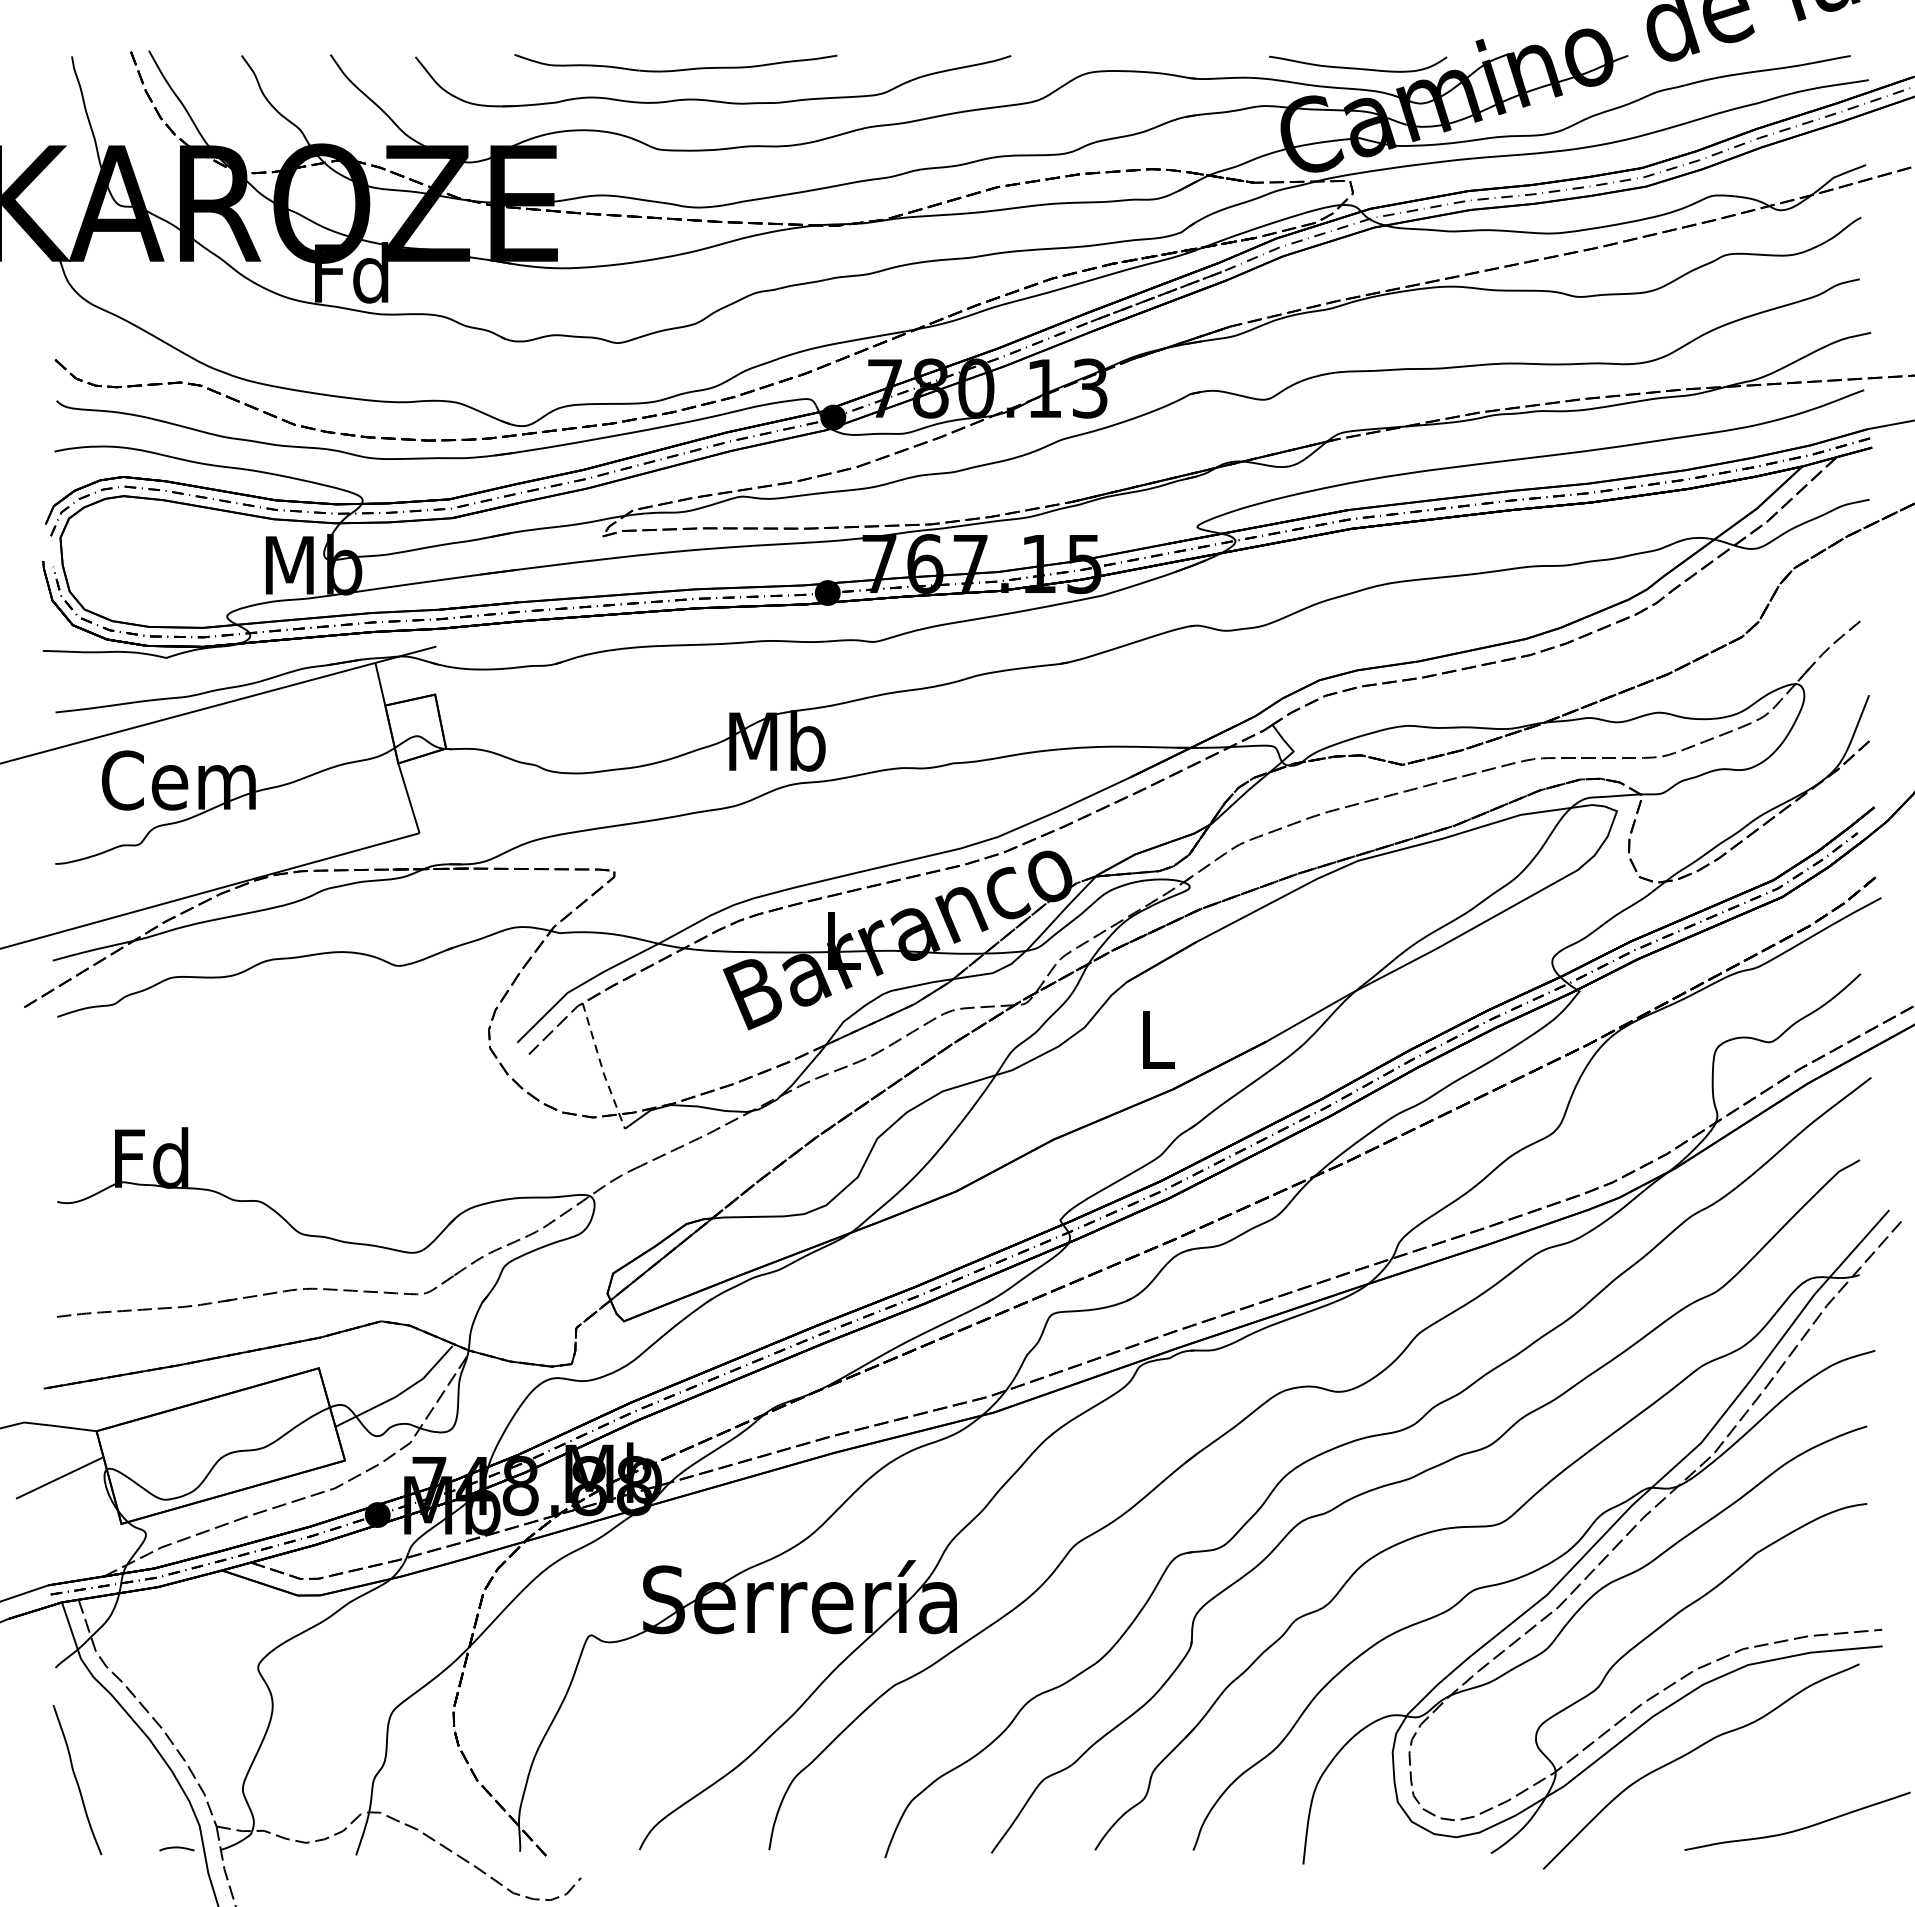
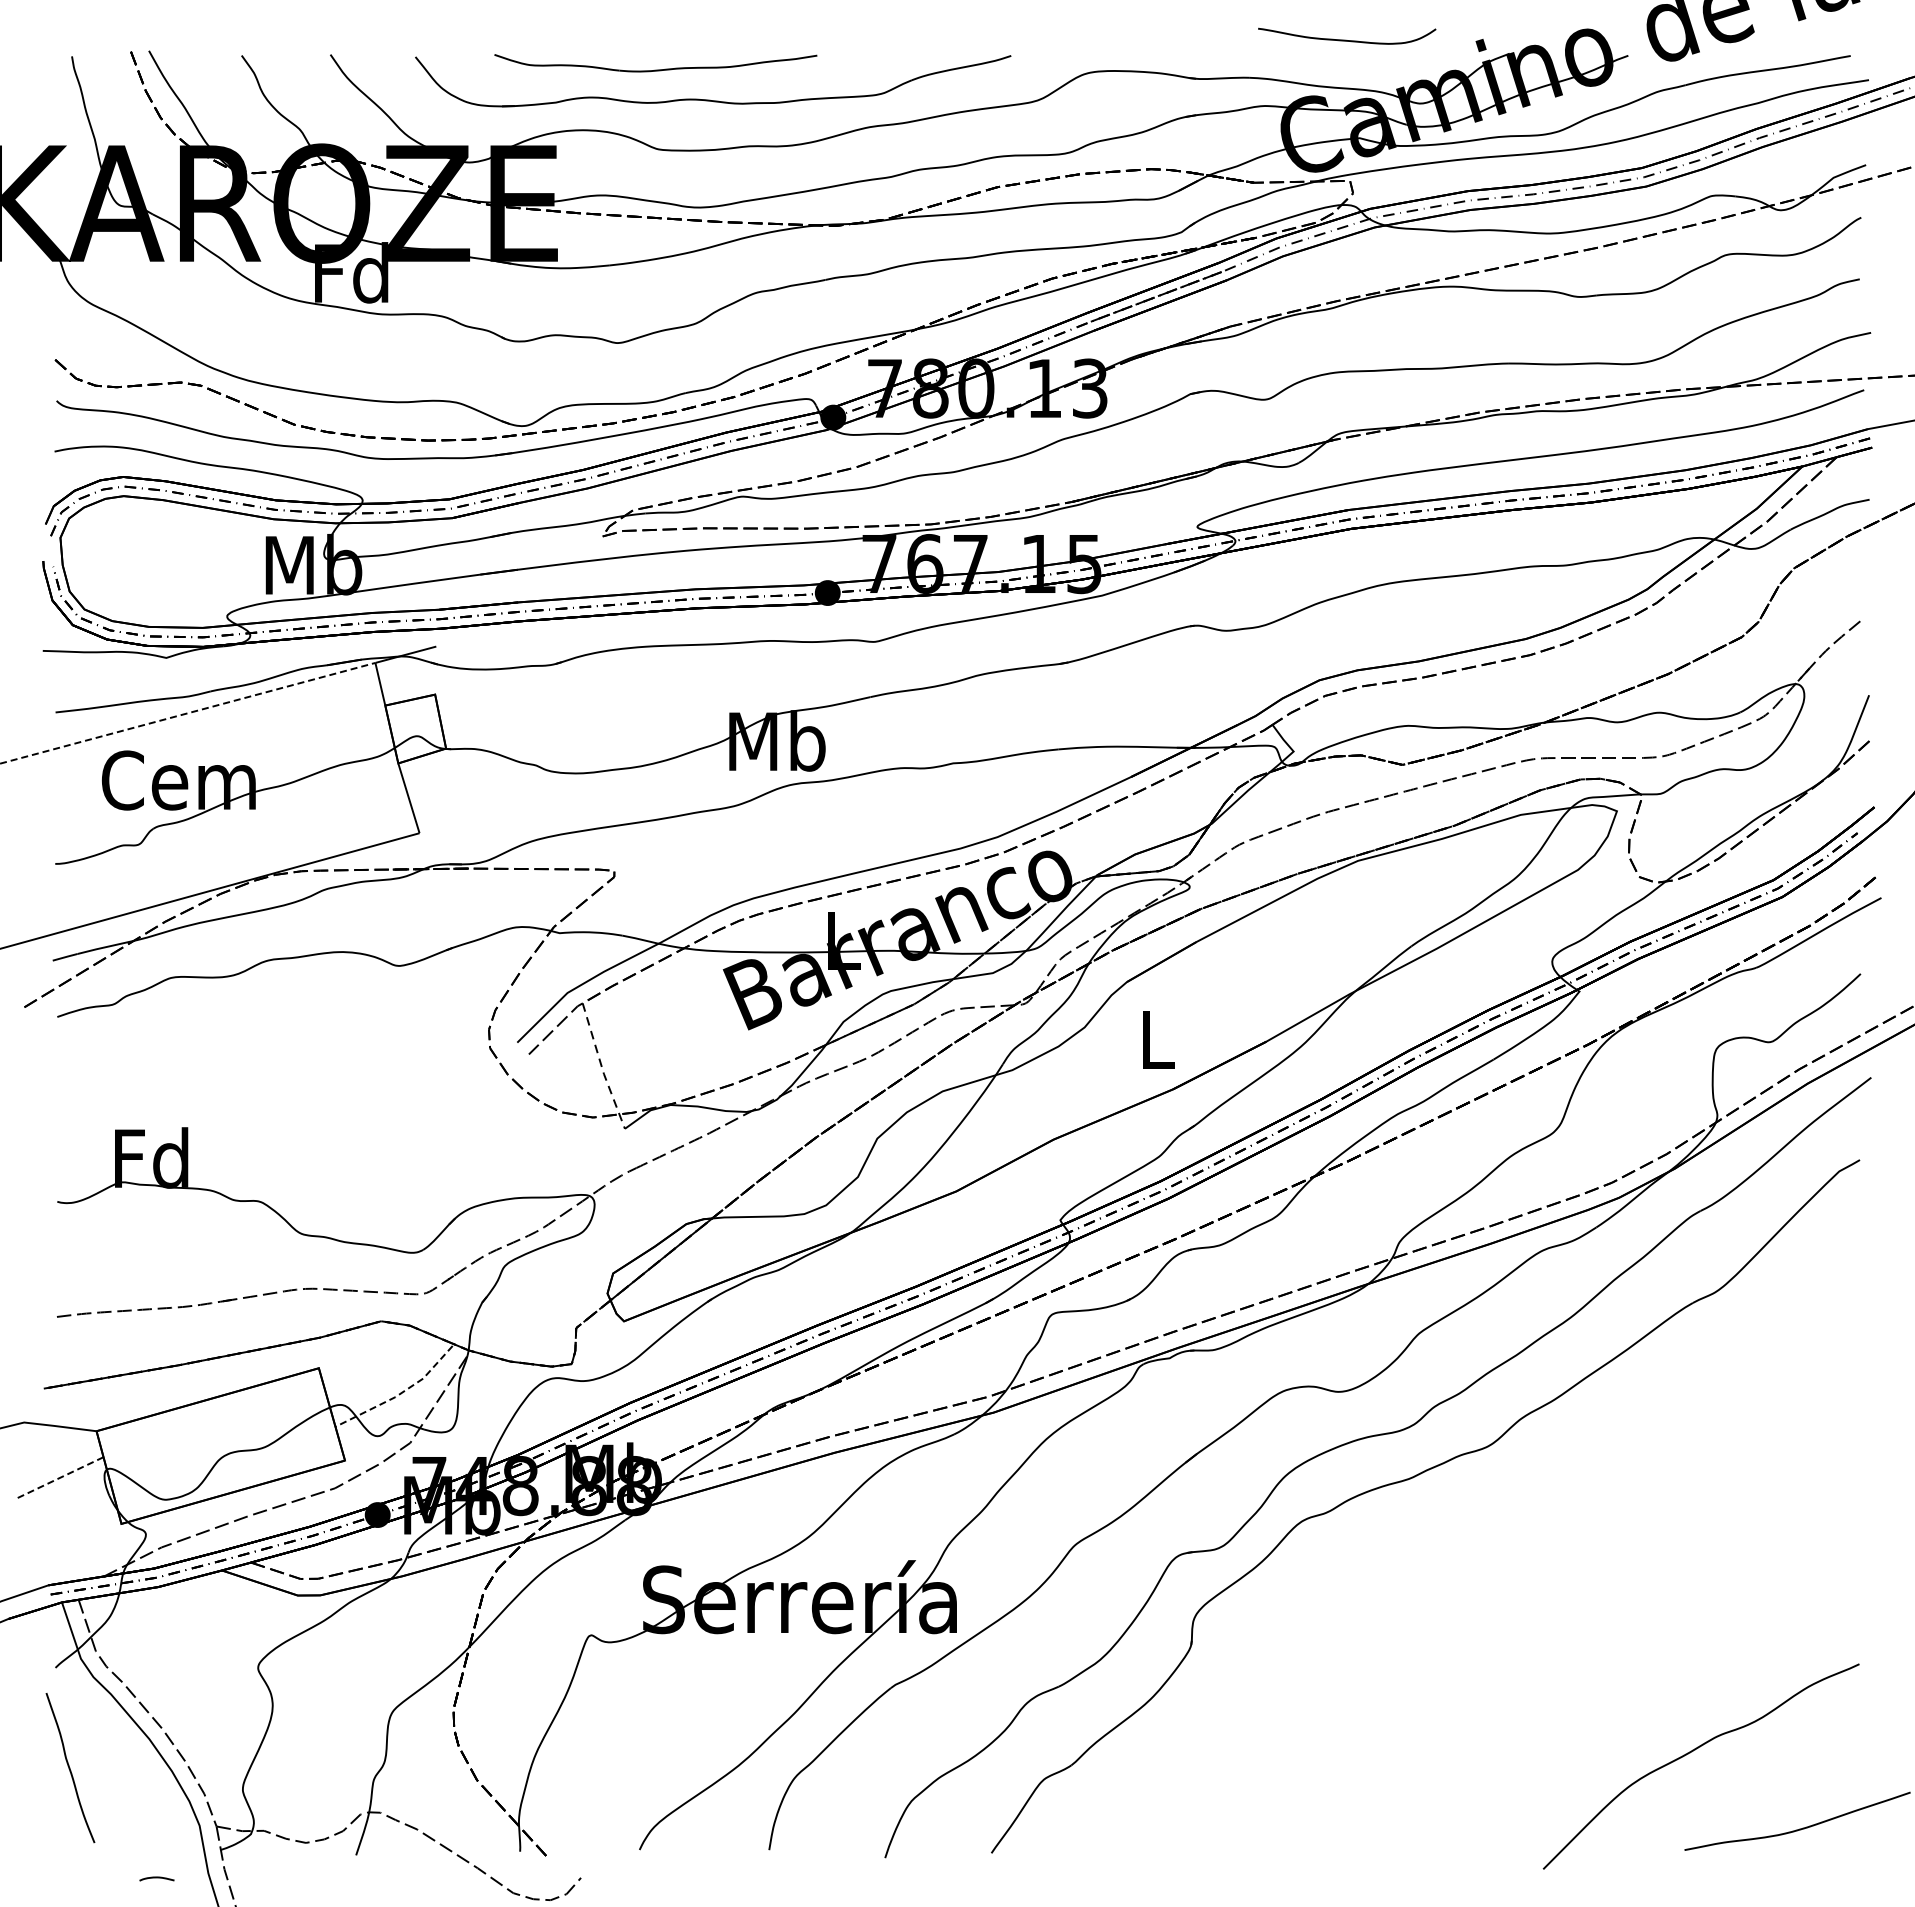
part at (675, 63) position: (675, 63) -> (655, 63)
curve at (1357, 67) position: (1357, 67) -> (1346, 39)
line at (188, 713): solid -> dashed
line at (399, 1394): solid -> dashed
line at (59, 1478): solid -> dashed
part at (1494, 1526): present -> none
curve at (77, 1780) position: (77, 1780) -> (70, 1768)
curve at (176, 1848) position: (176, 1848) -> (156, 1878)
